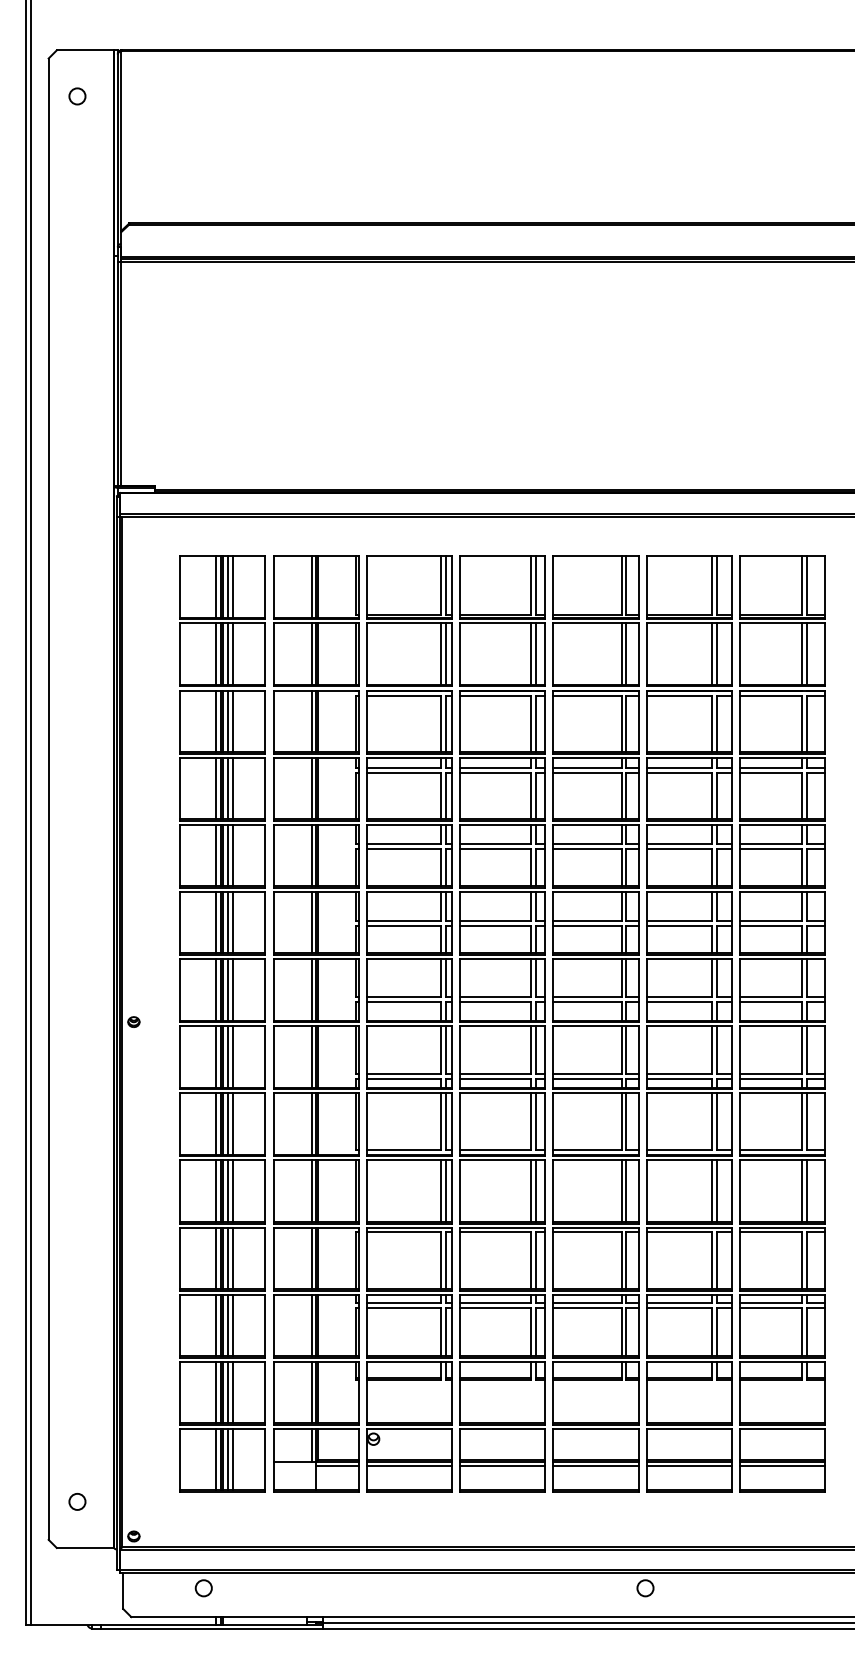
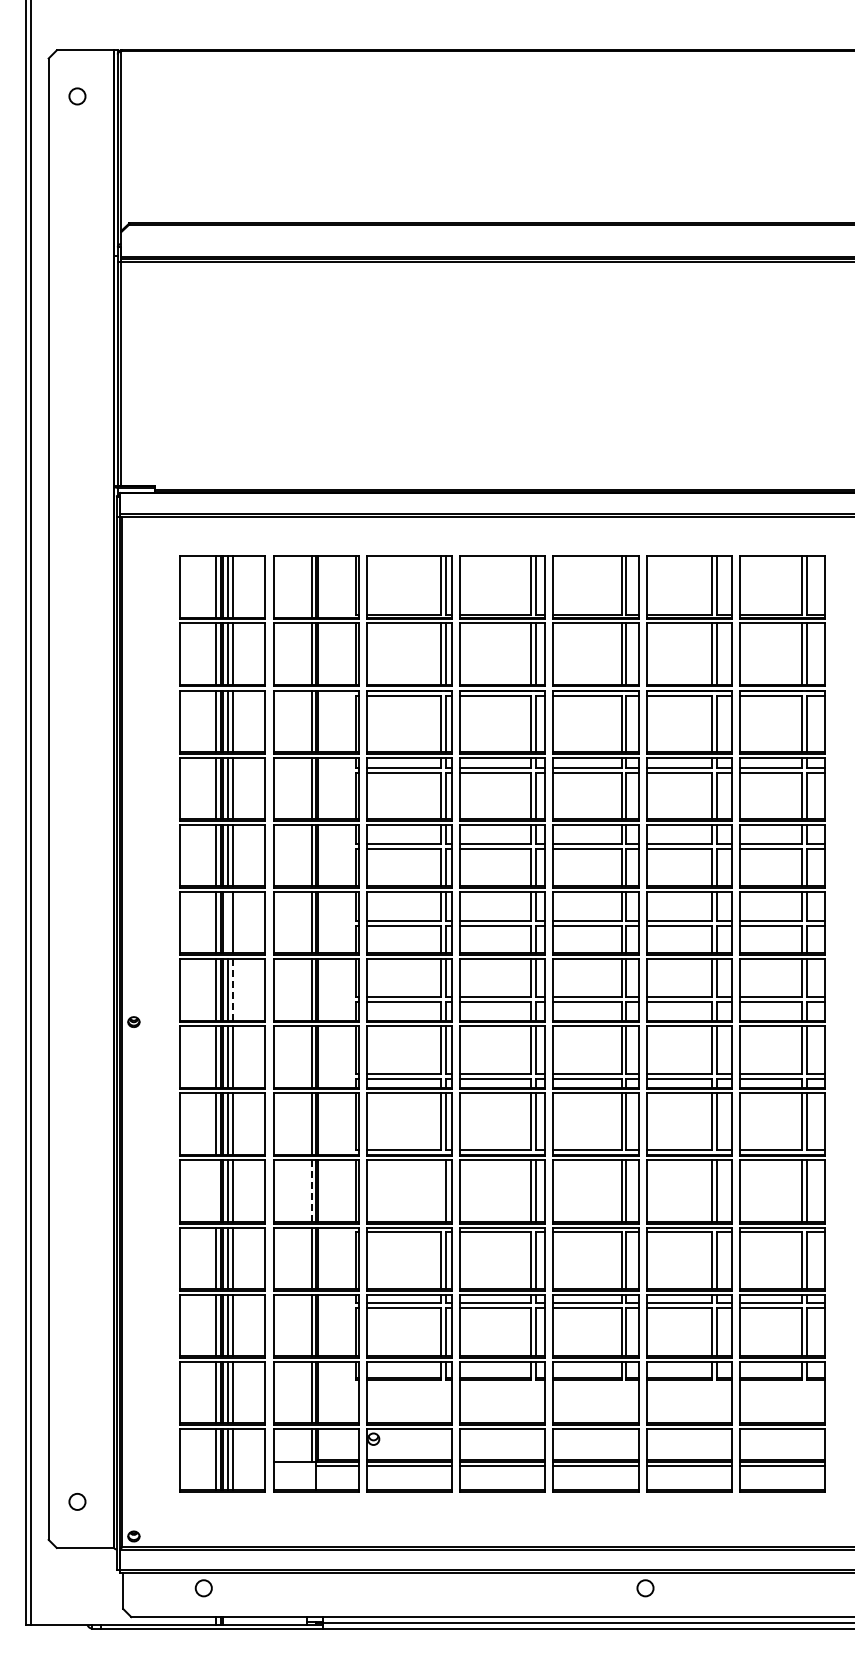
line at (228, 922): present -> none
line at (232, 989): solid -> dashed
line at (216, 1190): present -> none
line at (441, 1190): present -> none
line at (311, 1191): solid -> dashed
